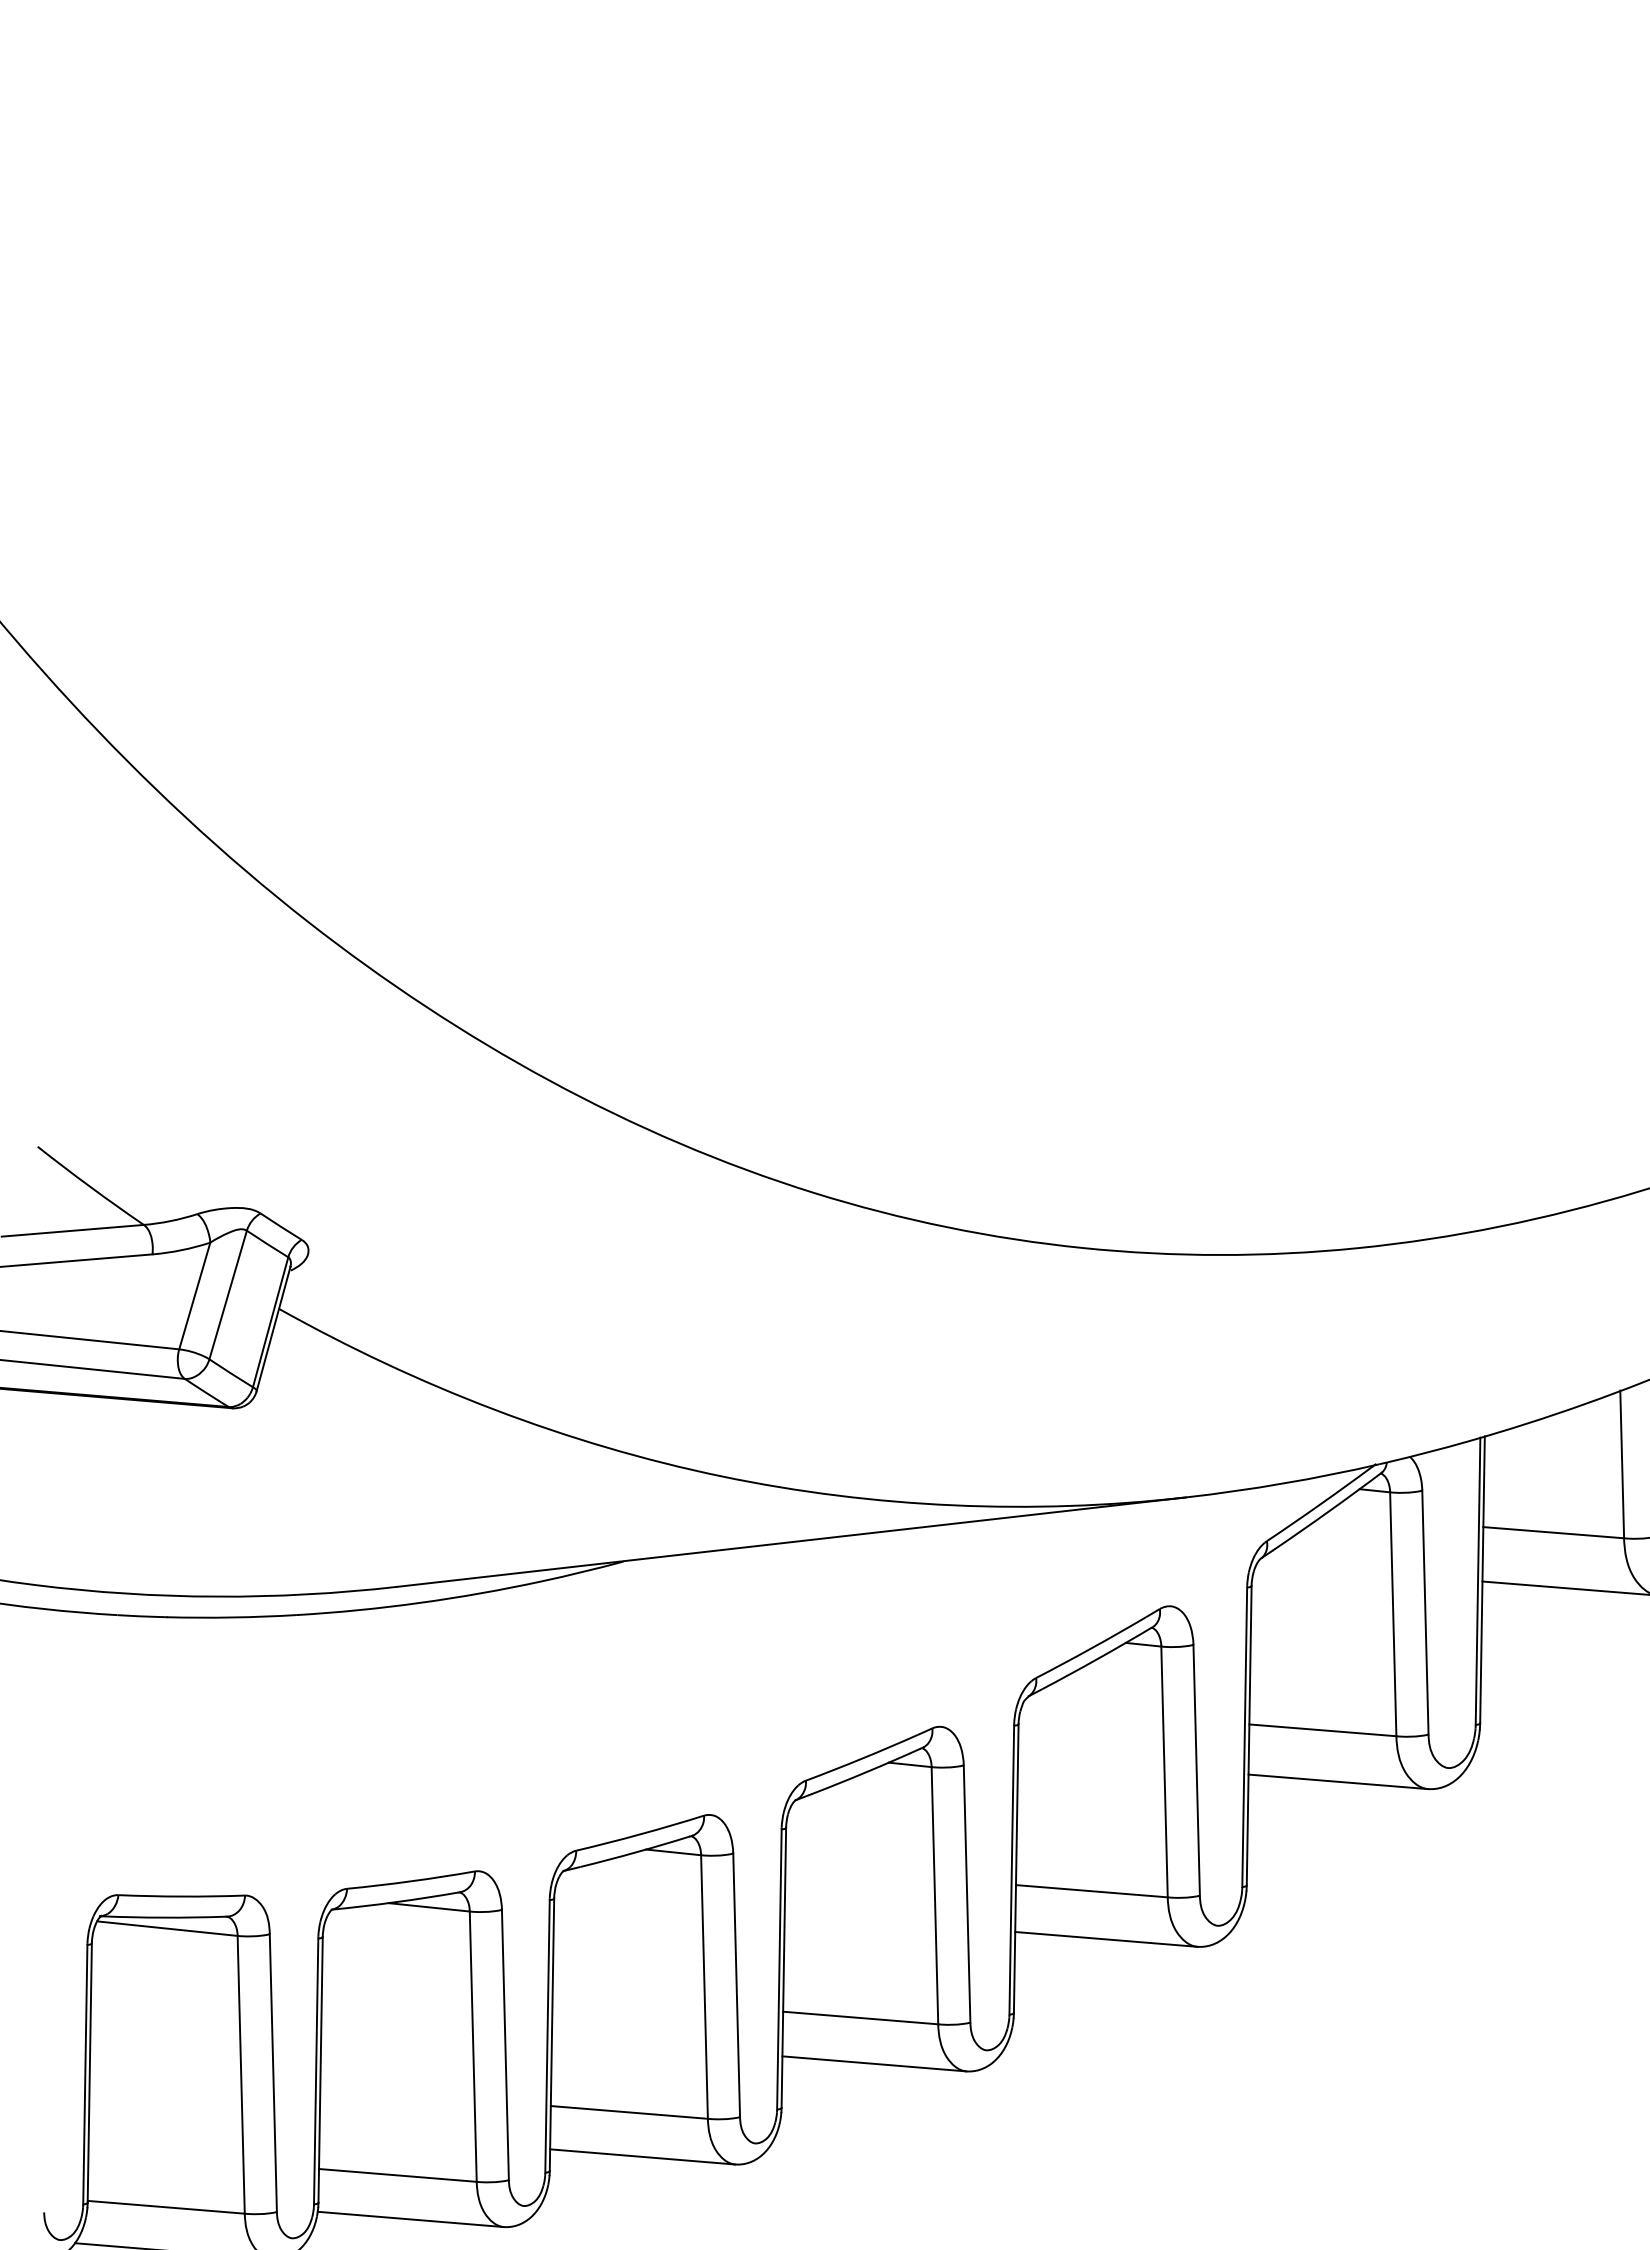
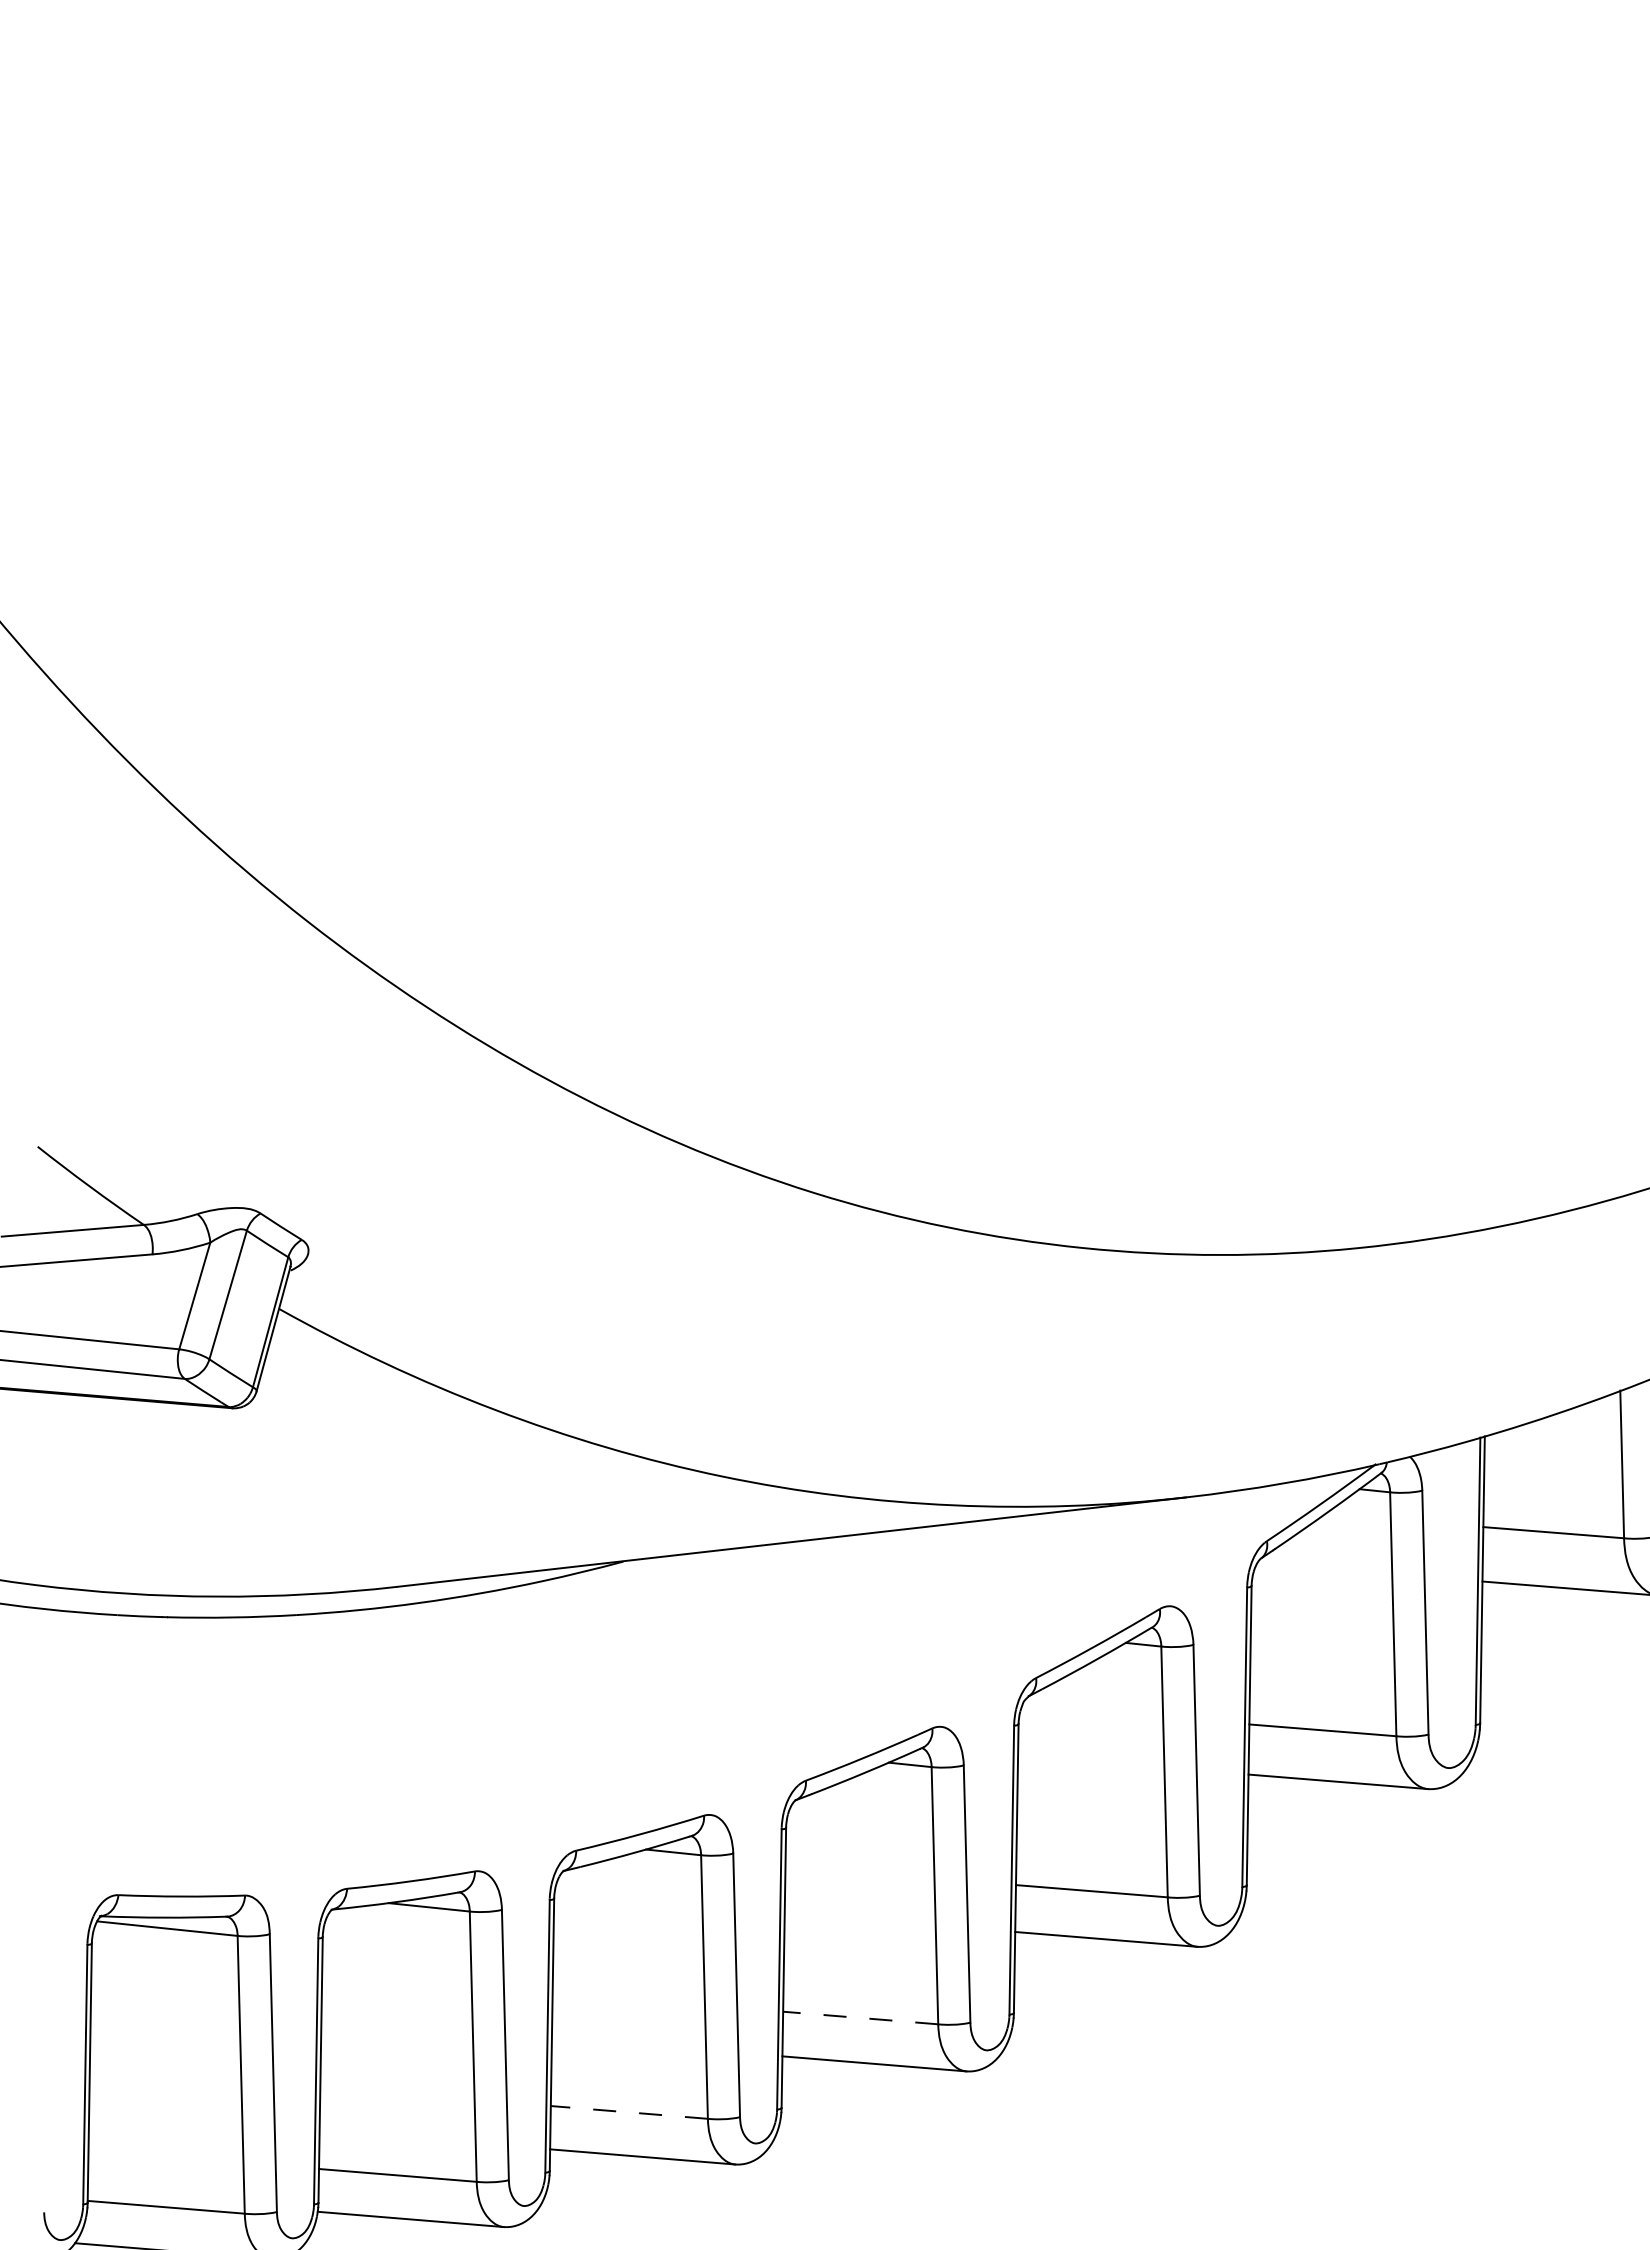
line at (860, 2018): solid -> dashed
line at (629, 2112): solid -> dashed
